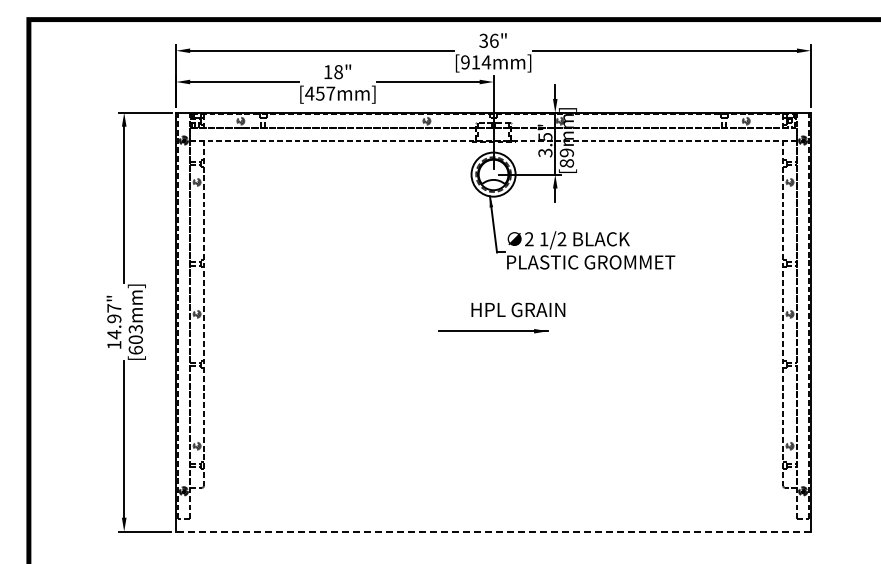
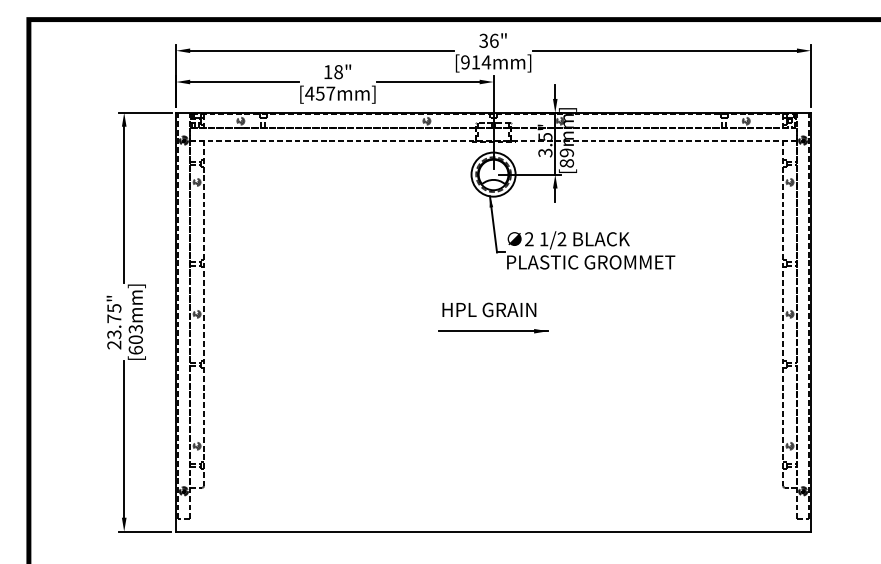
text at (518, 309) position: (518, 309) -> (489, 309)
text at (114, 326): 14.97" -> 23.75"
line at (493, 531): dashed -> solid
